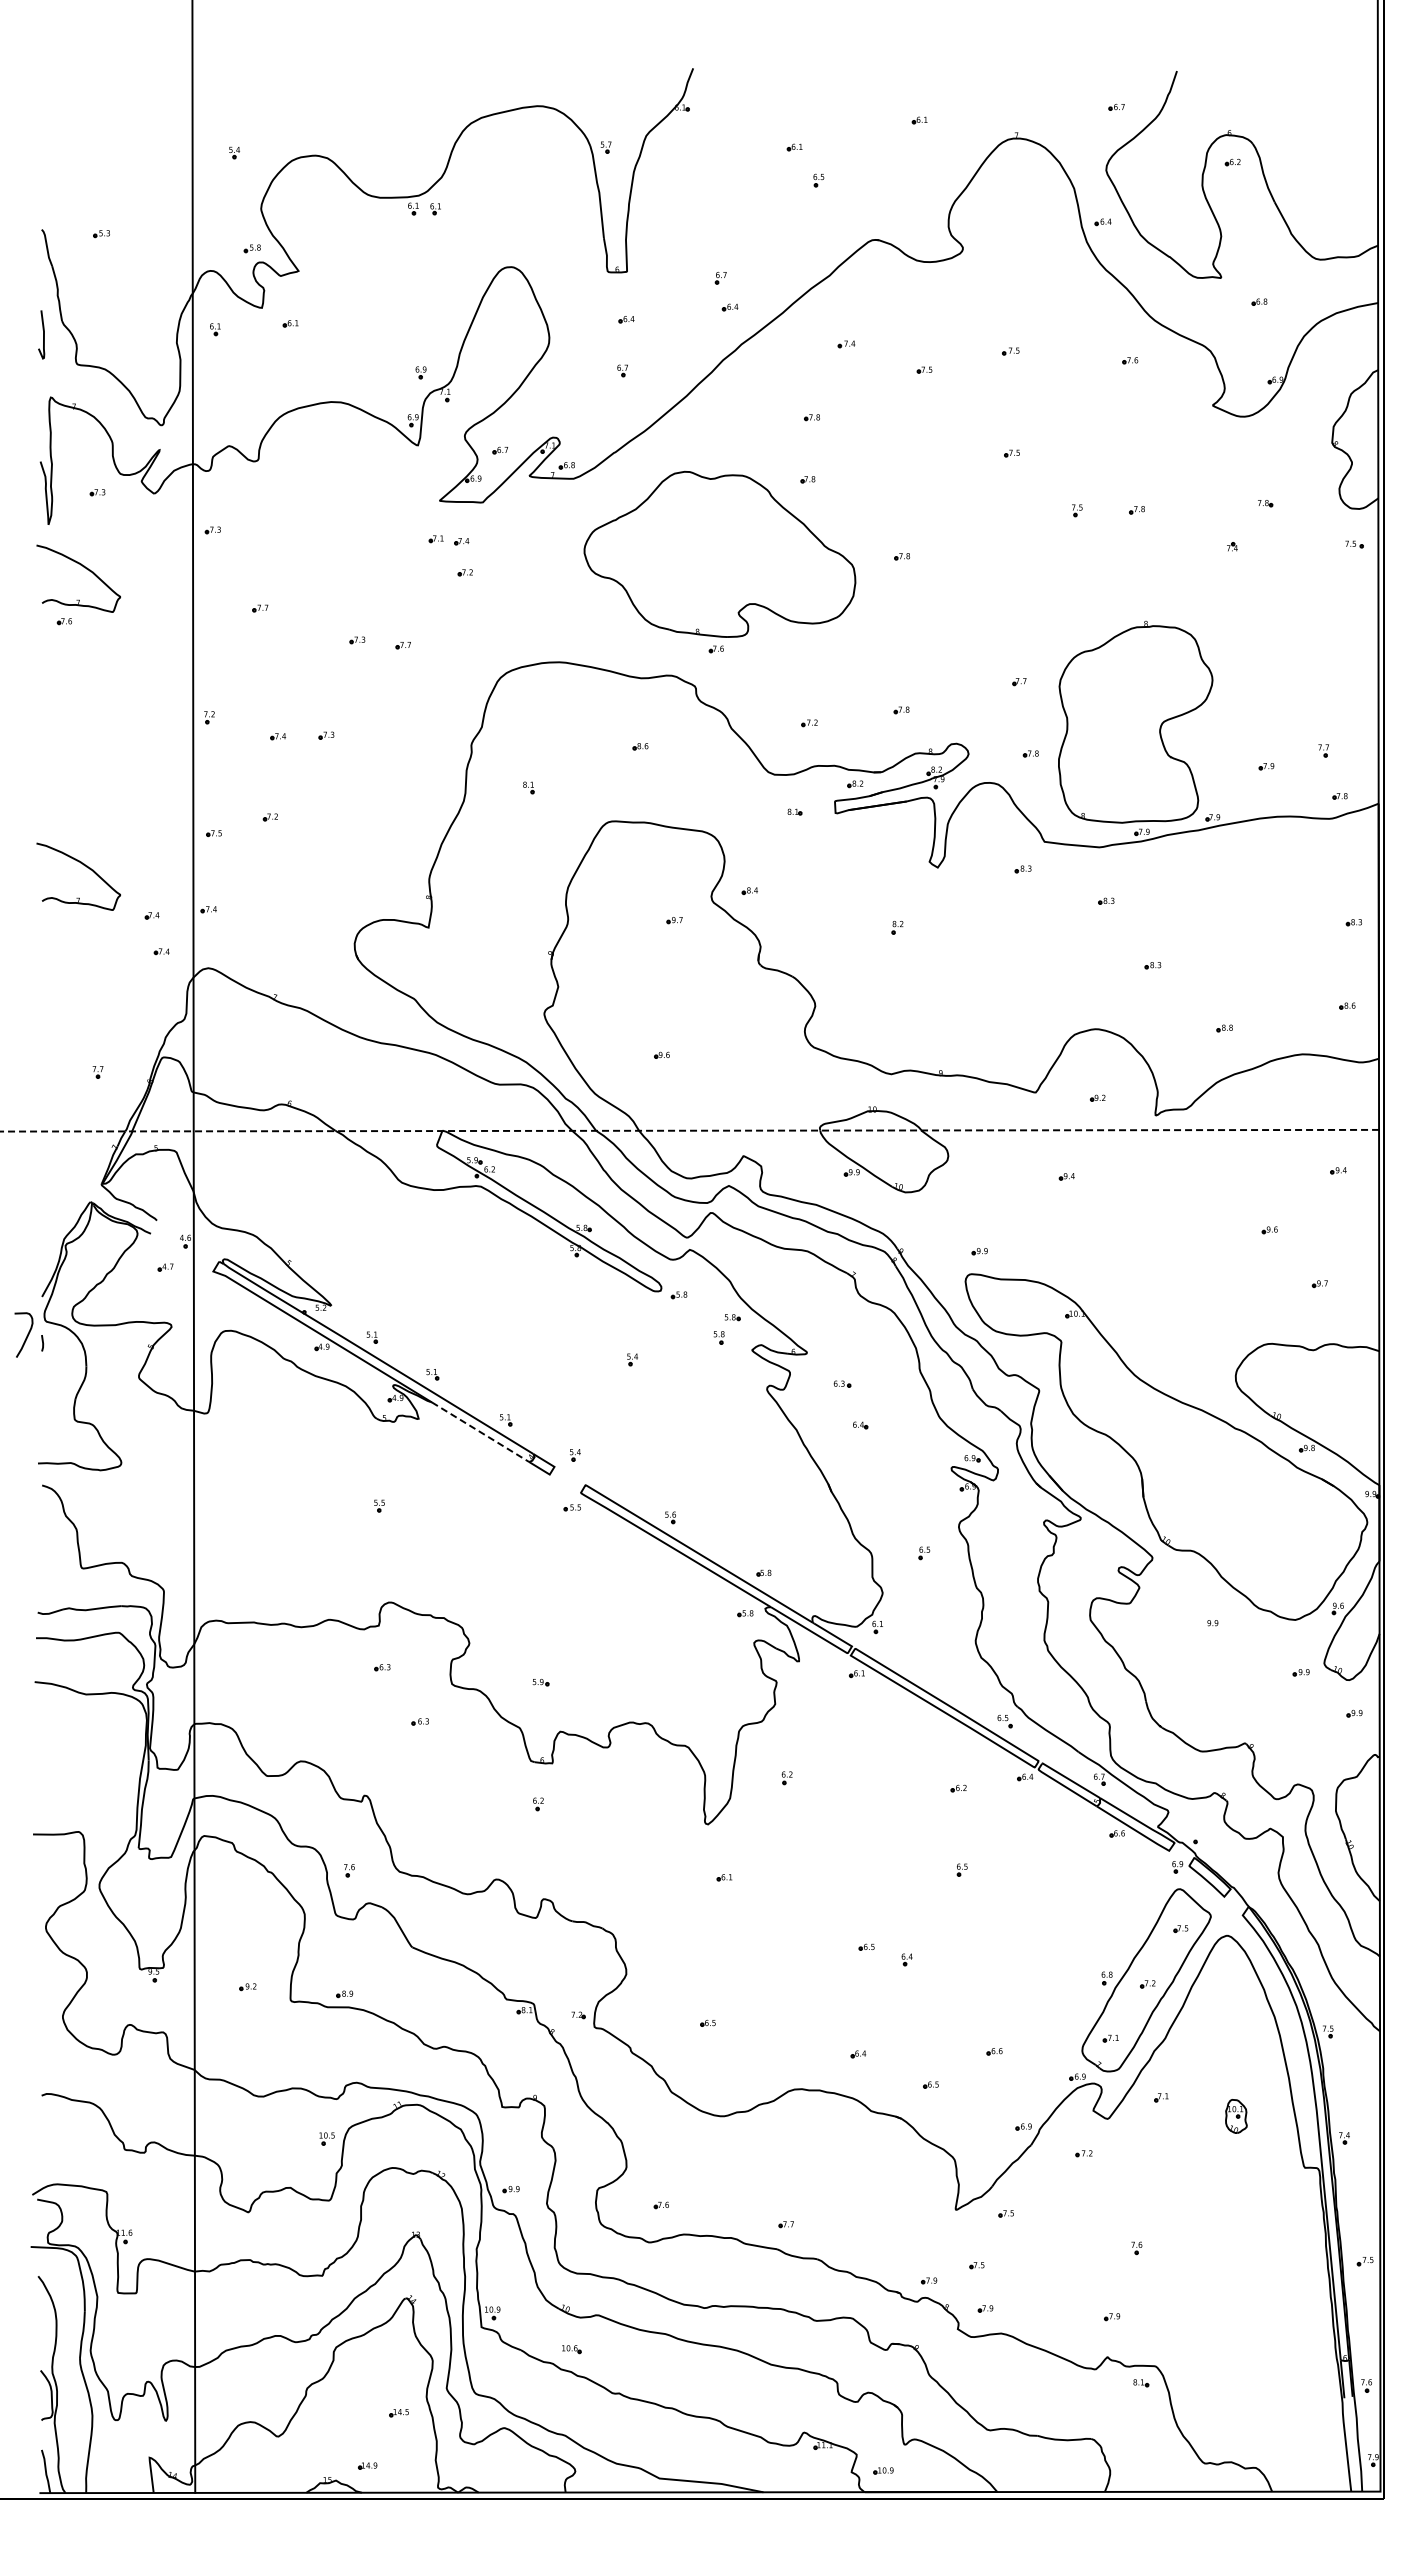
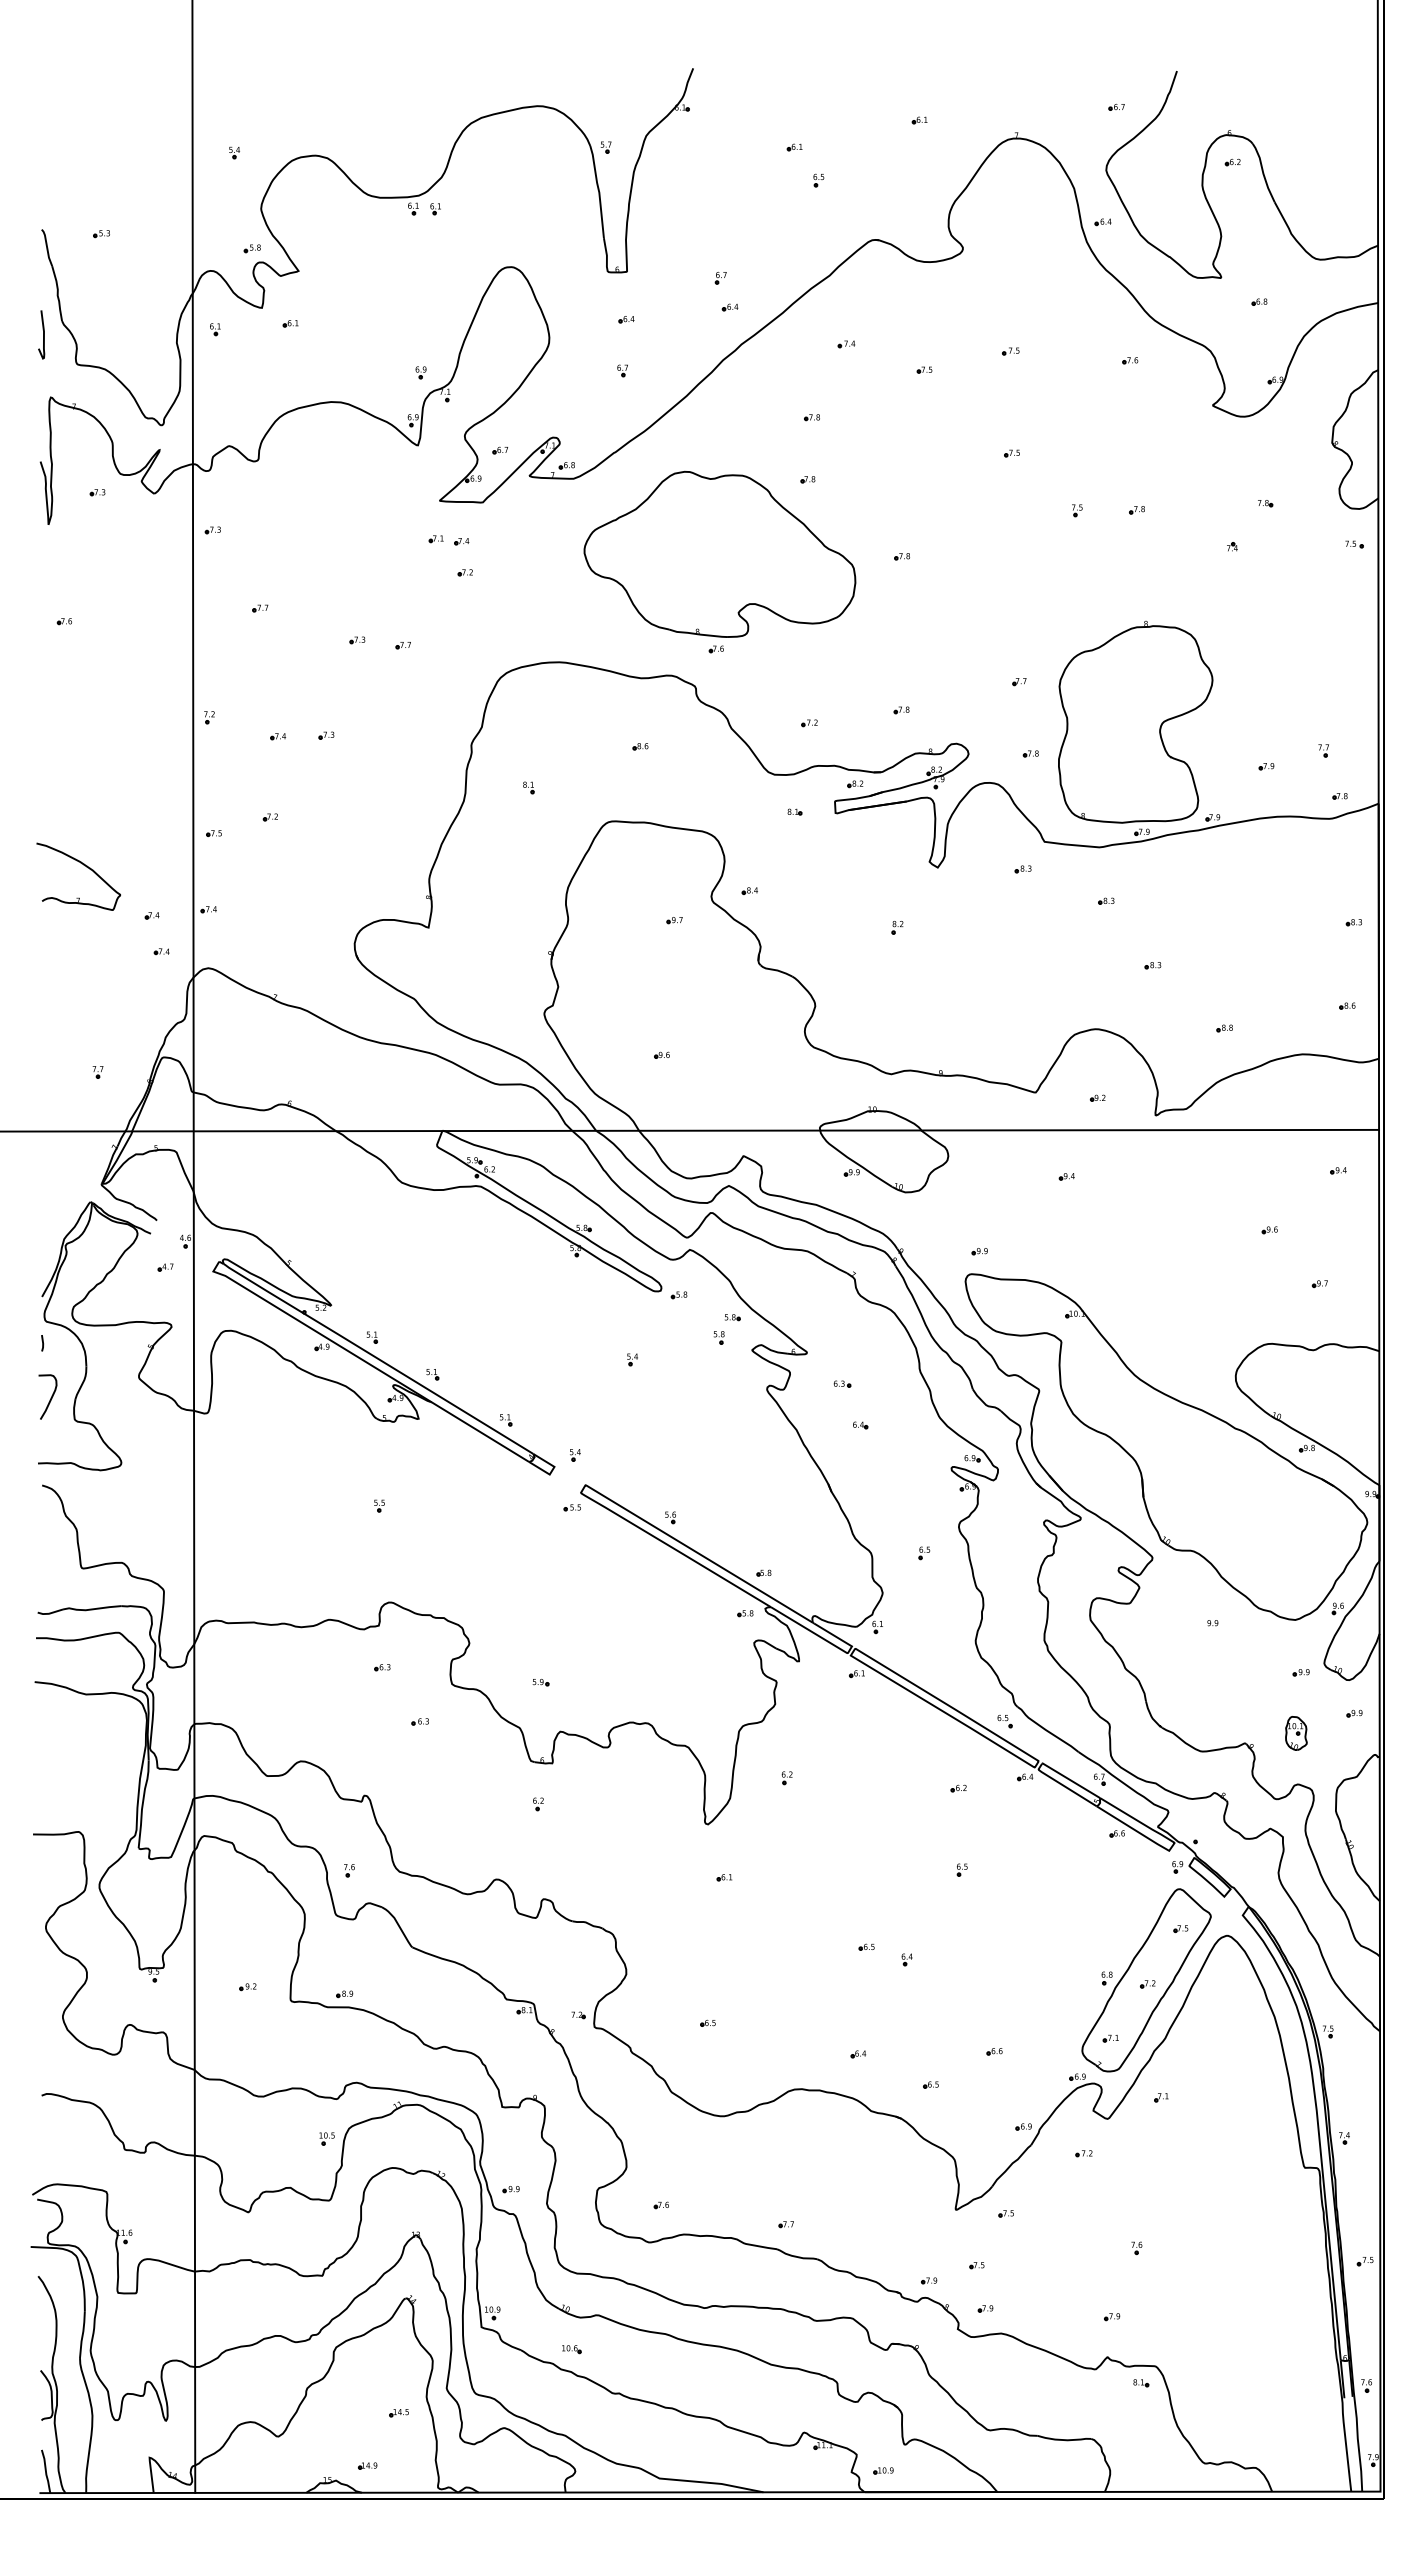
part at (86, 569): present -> none
line at (689, 1130): dashed -> solid
curve at (26, 1335) position: (26, 1335) -> (50, 1397)
line at (480, 1432): dashed -> solid
part at (1236, 2116) position: (1236, 2116) -> (1296, 1733)
